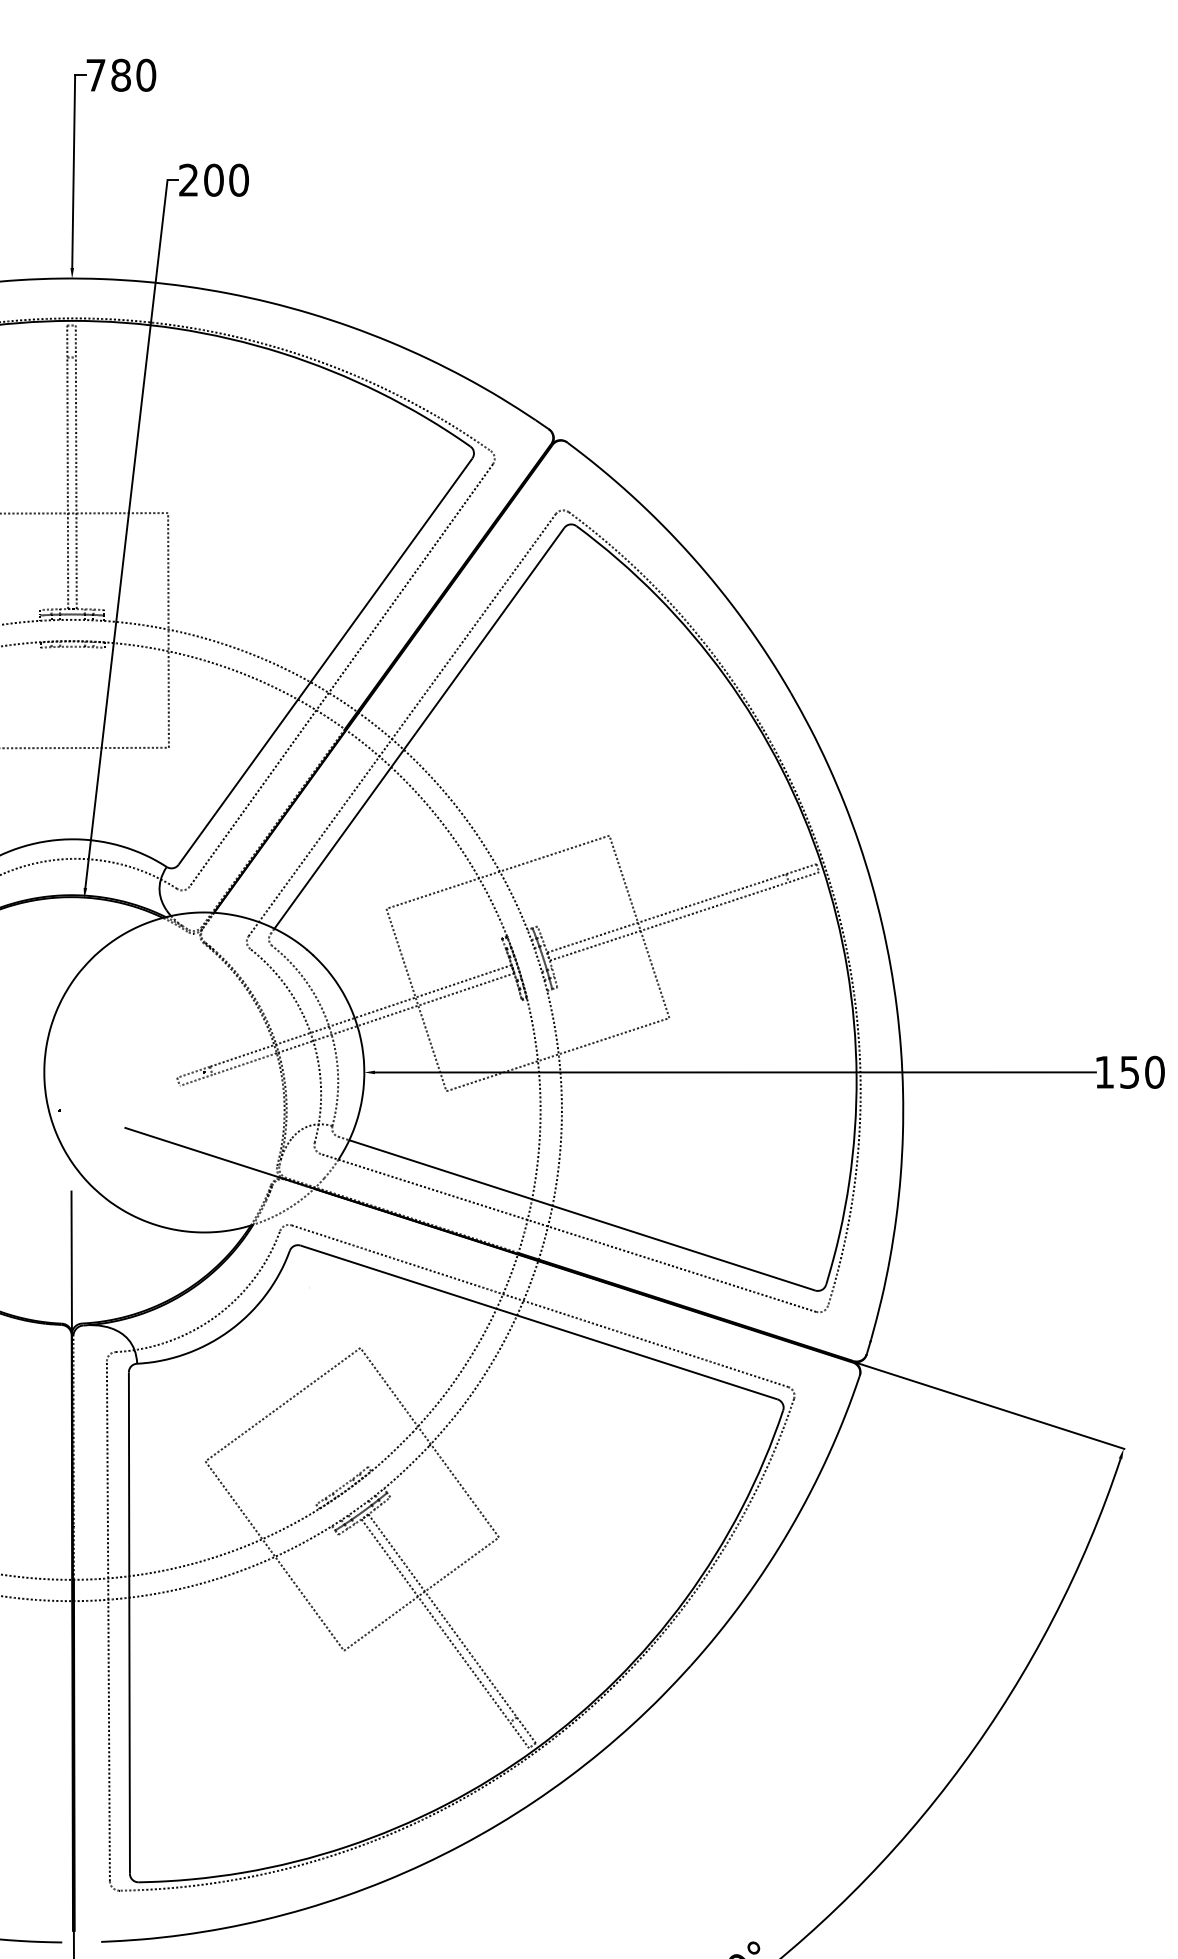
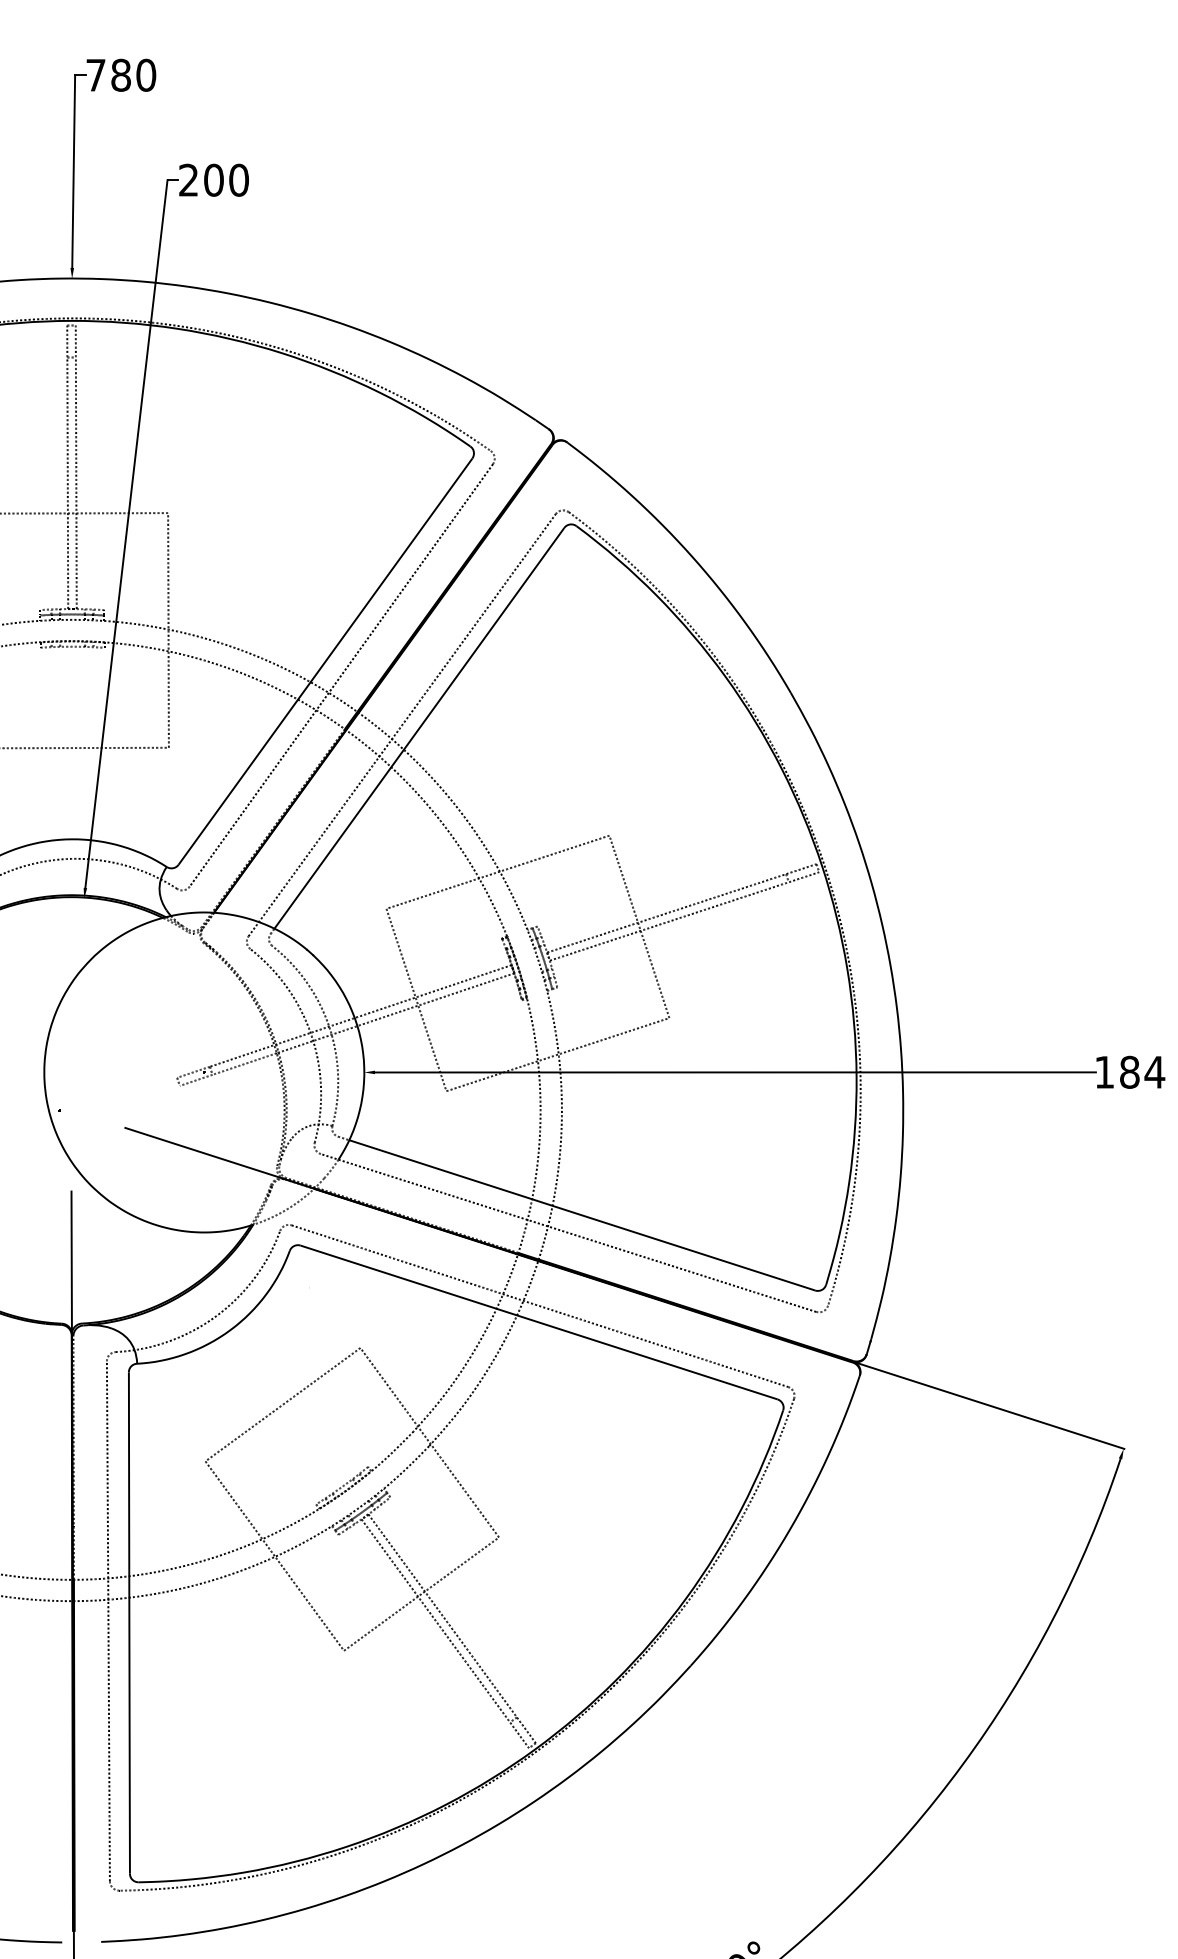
text at (1142, 1071): 150 -> 184
